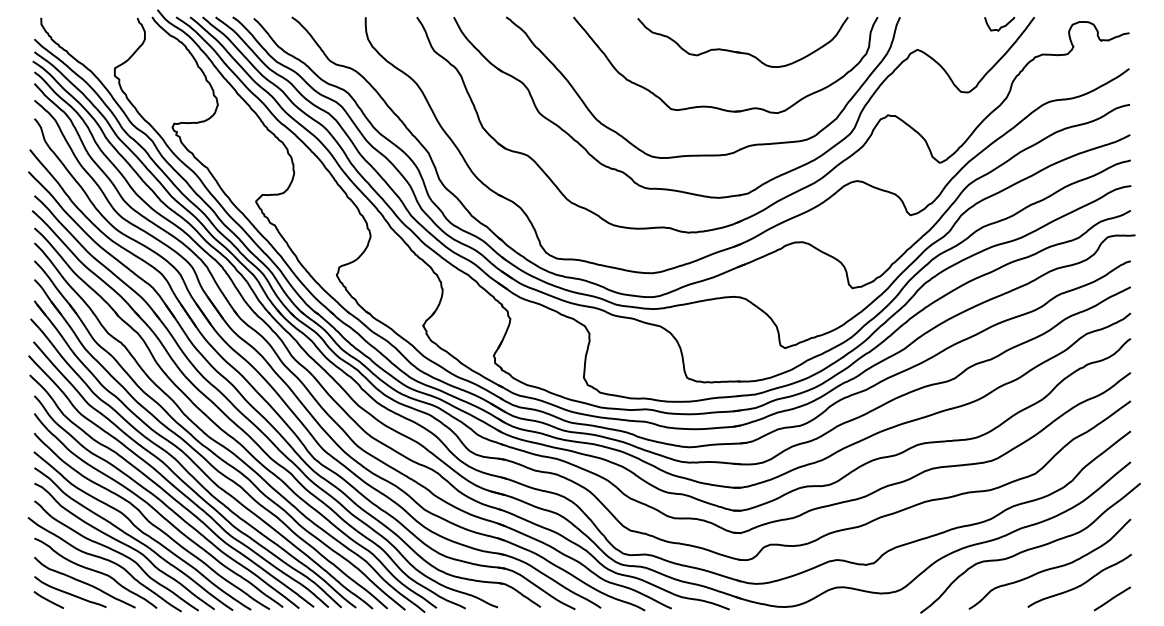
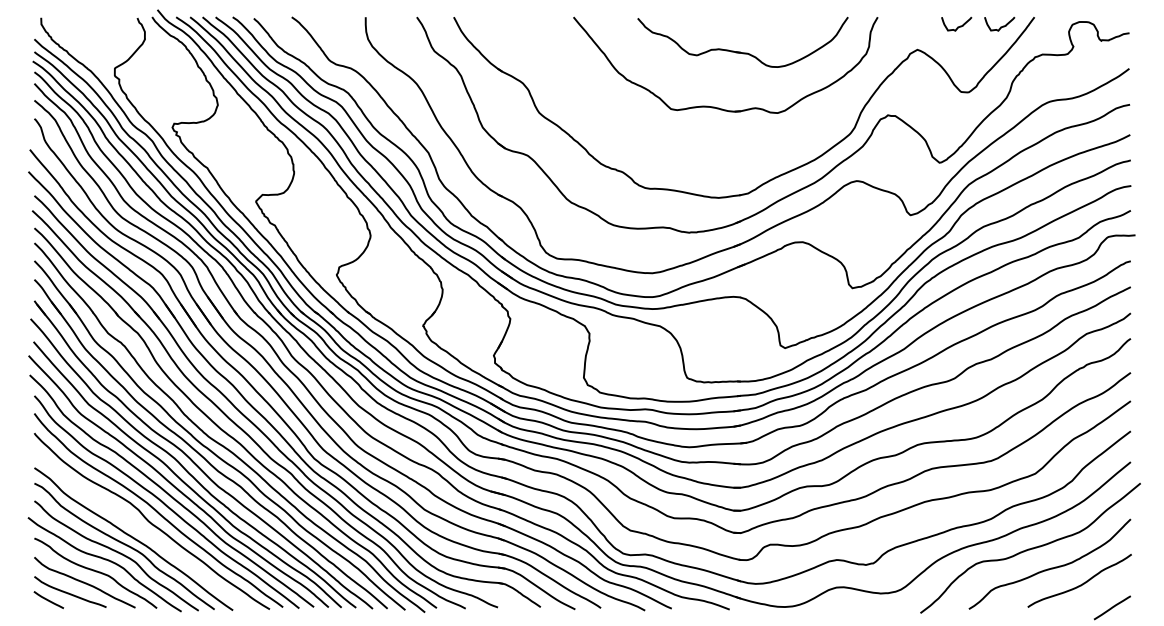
curve at (957, 26): none -> present
part at (703, 154): present -> none
curve at (141, 530): present -> none
line at (1112, 598) position: (1112, 598) -> (1112, 607)
